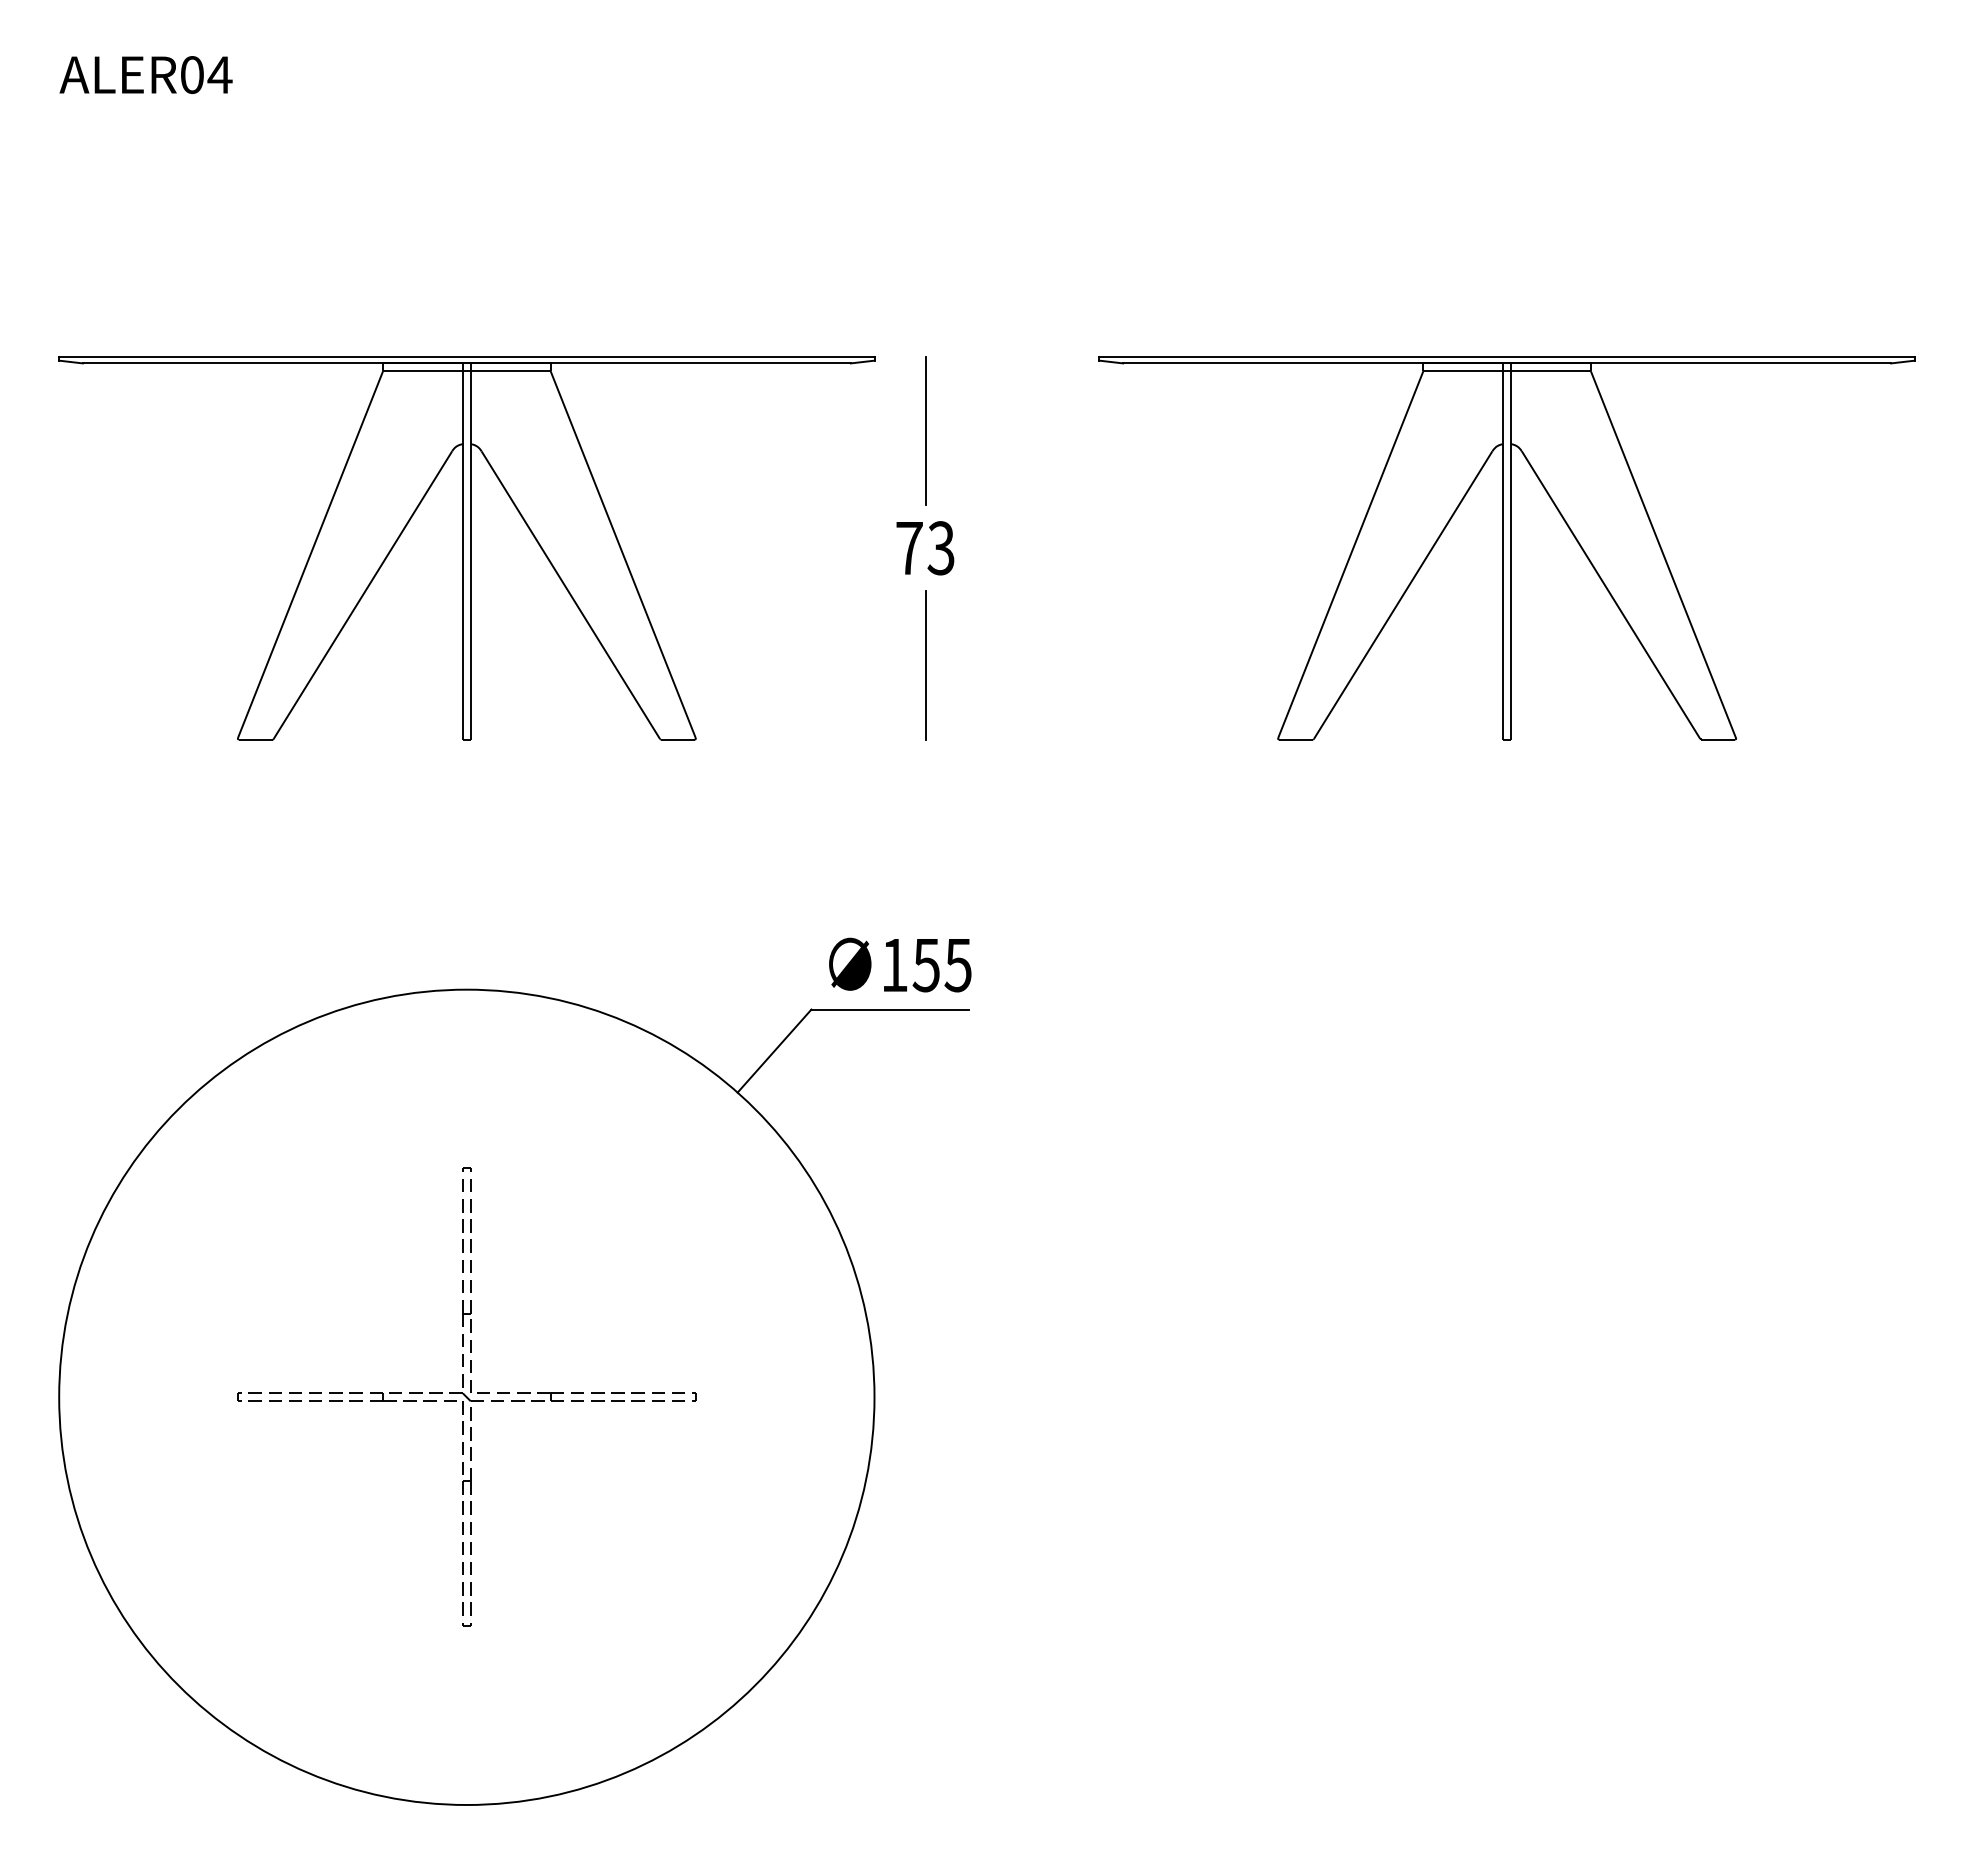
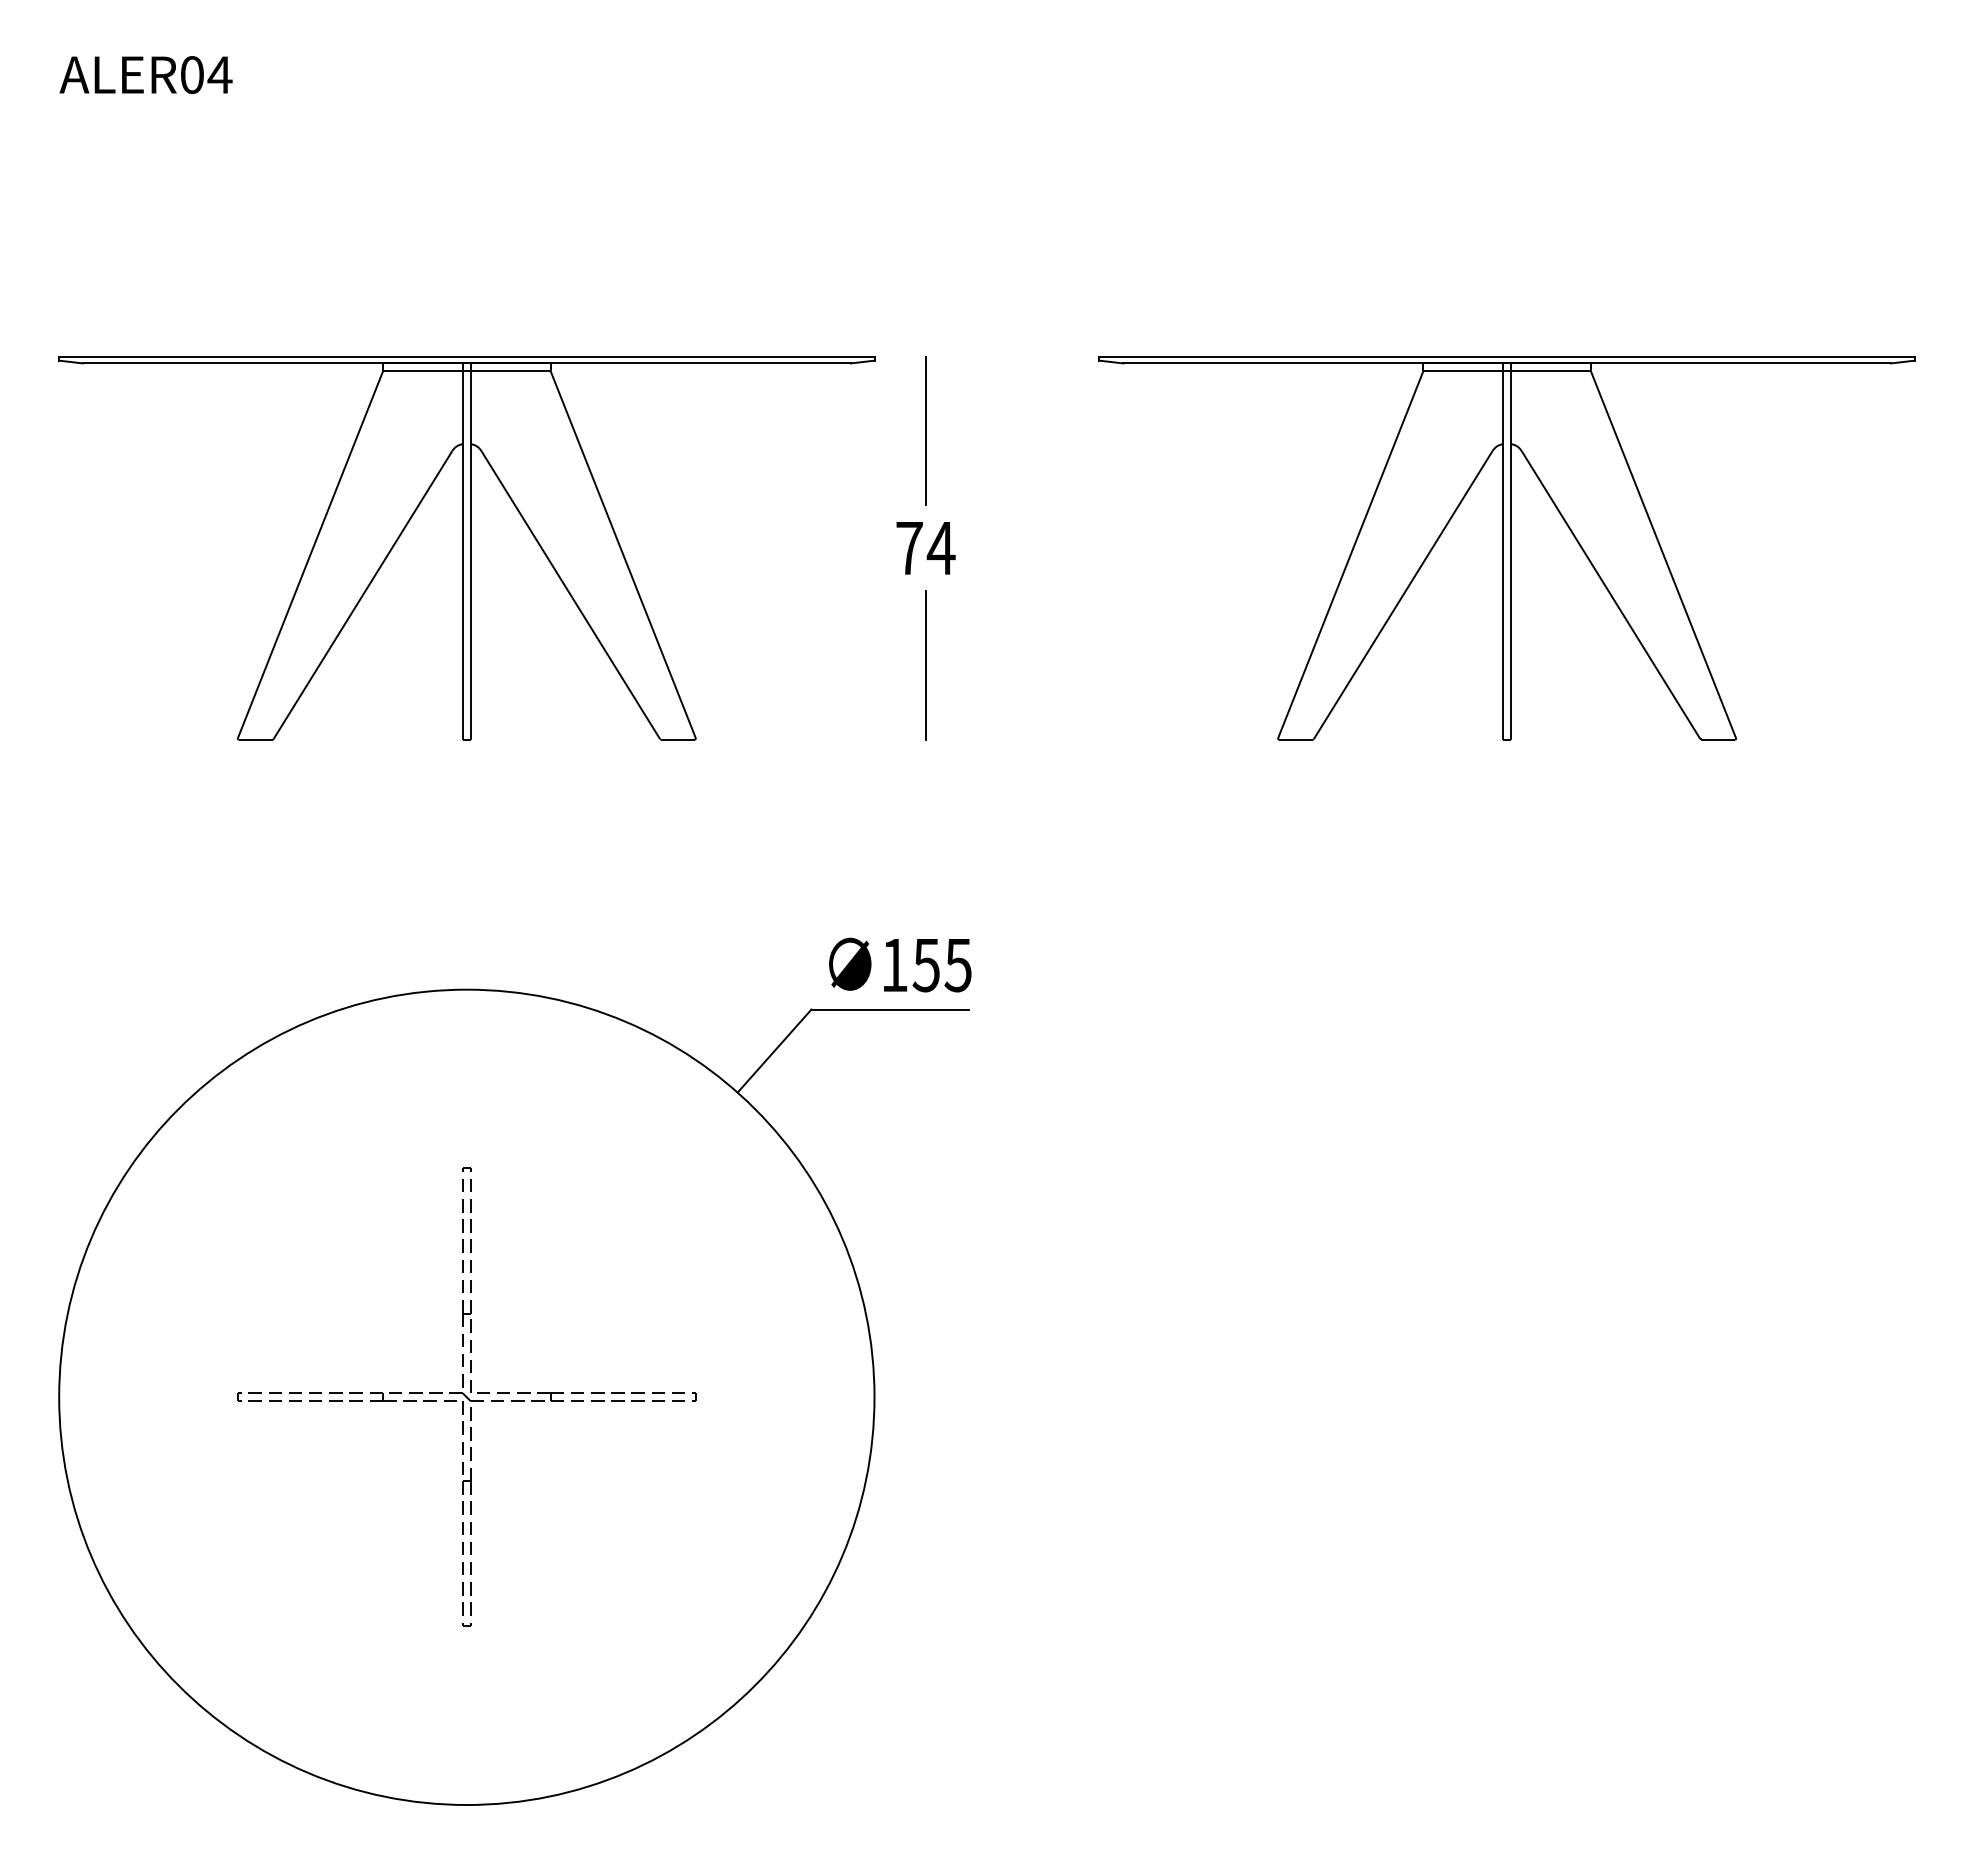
text at (940, 548): 73 -> 74
